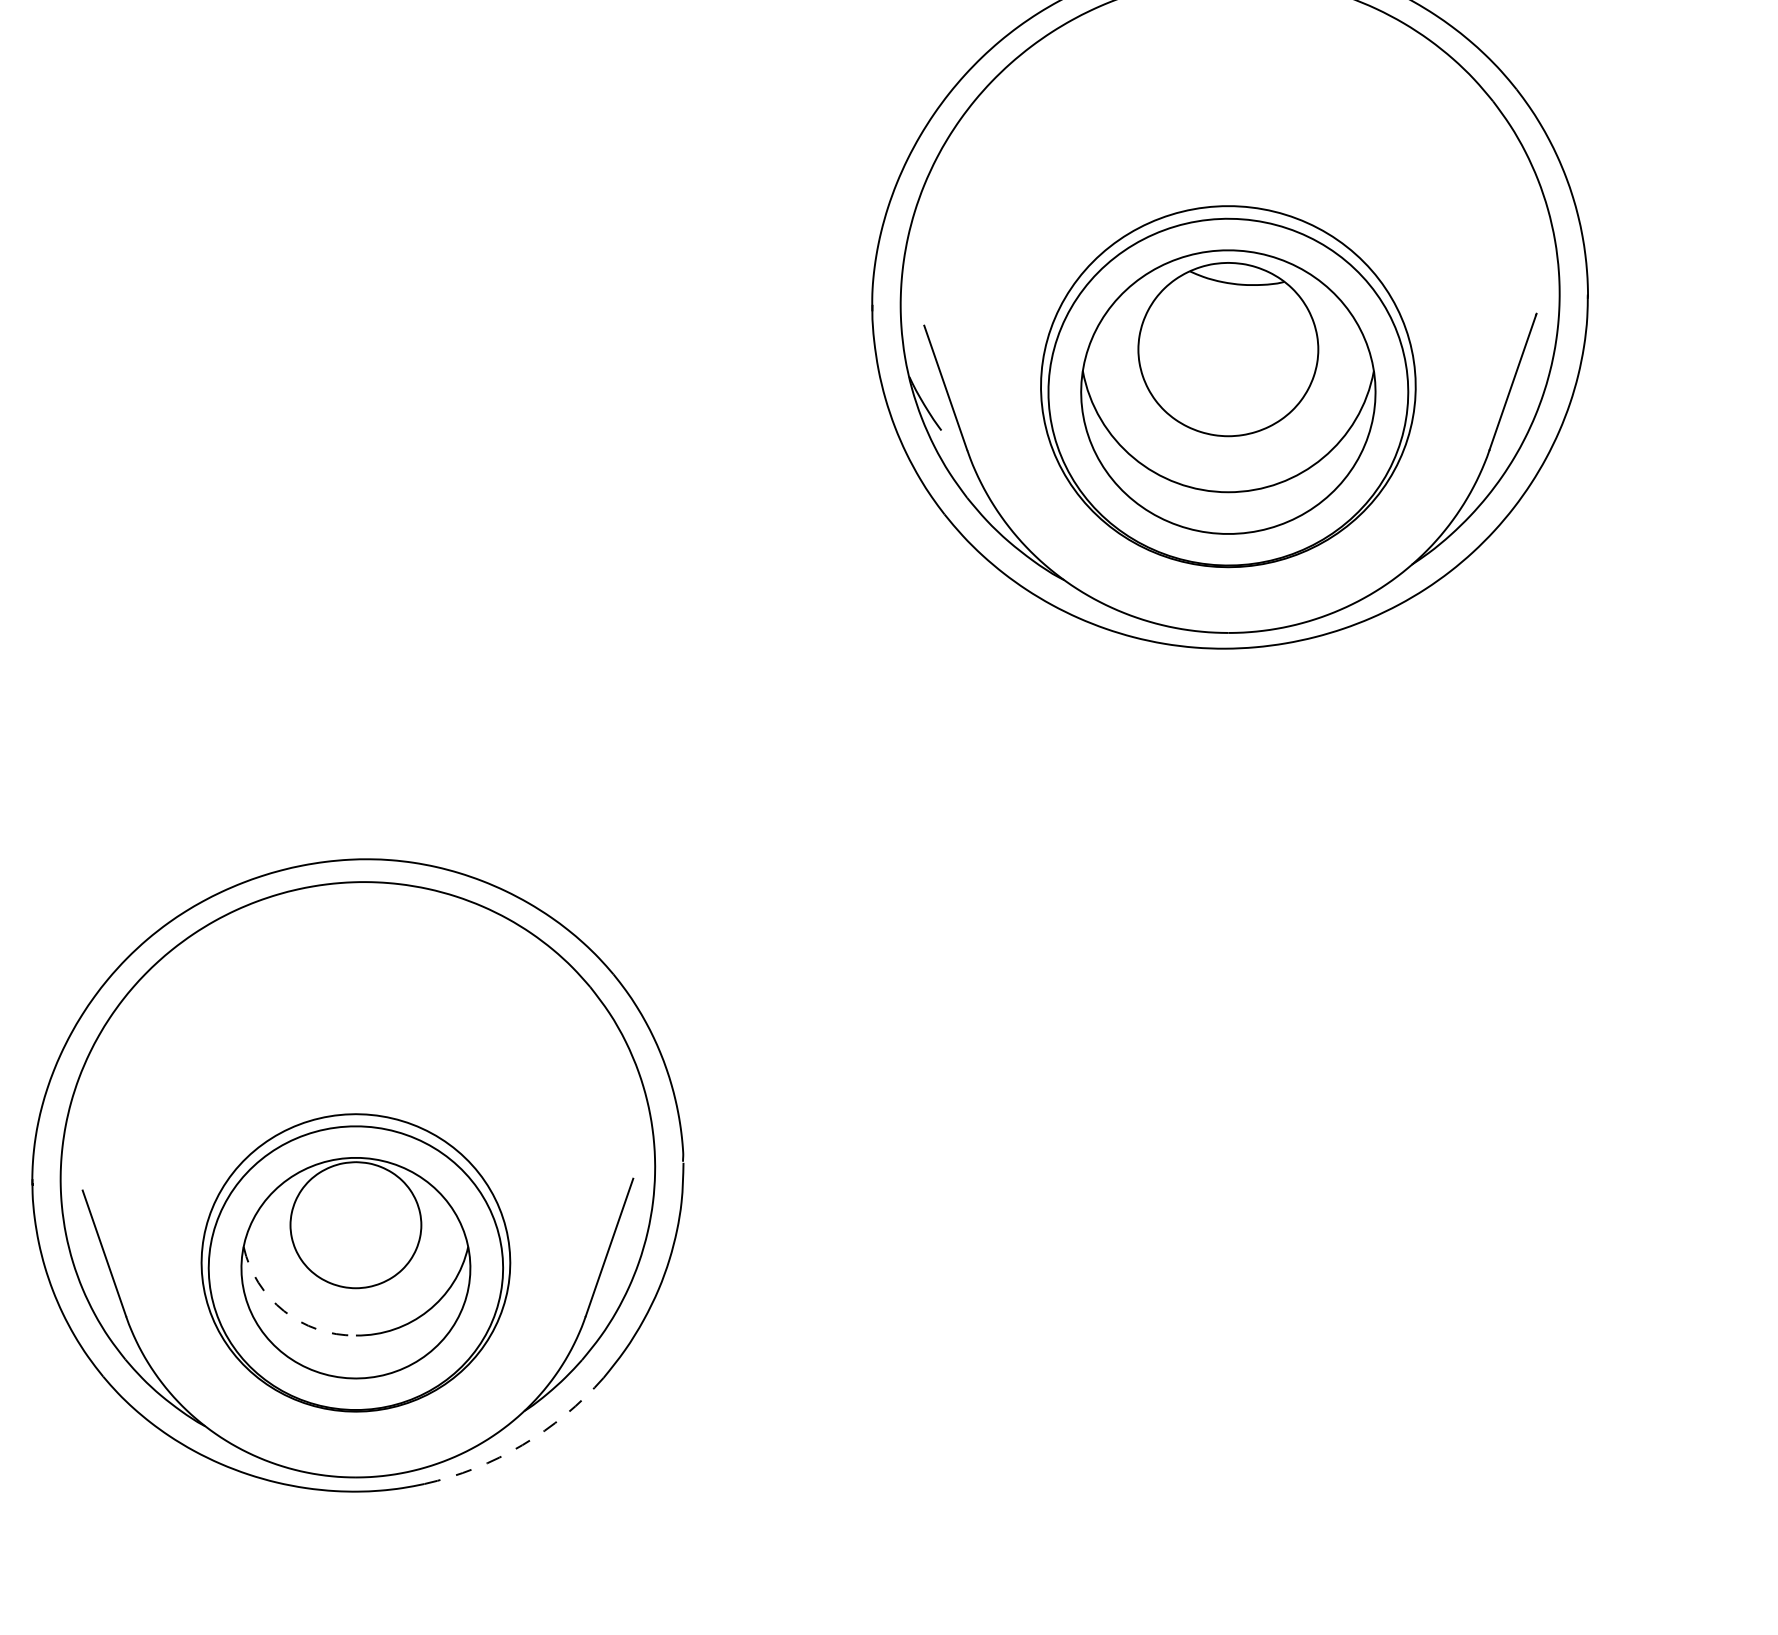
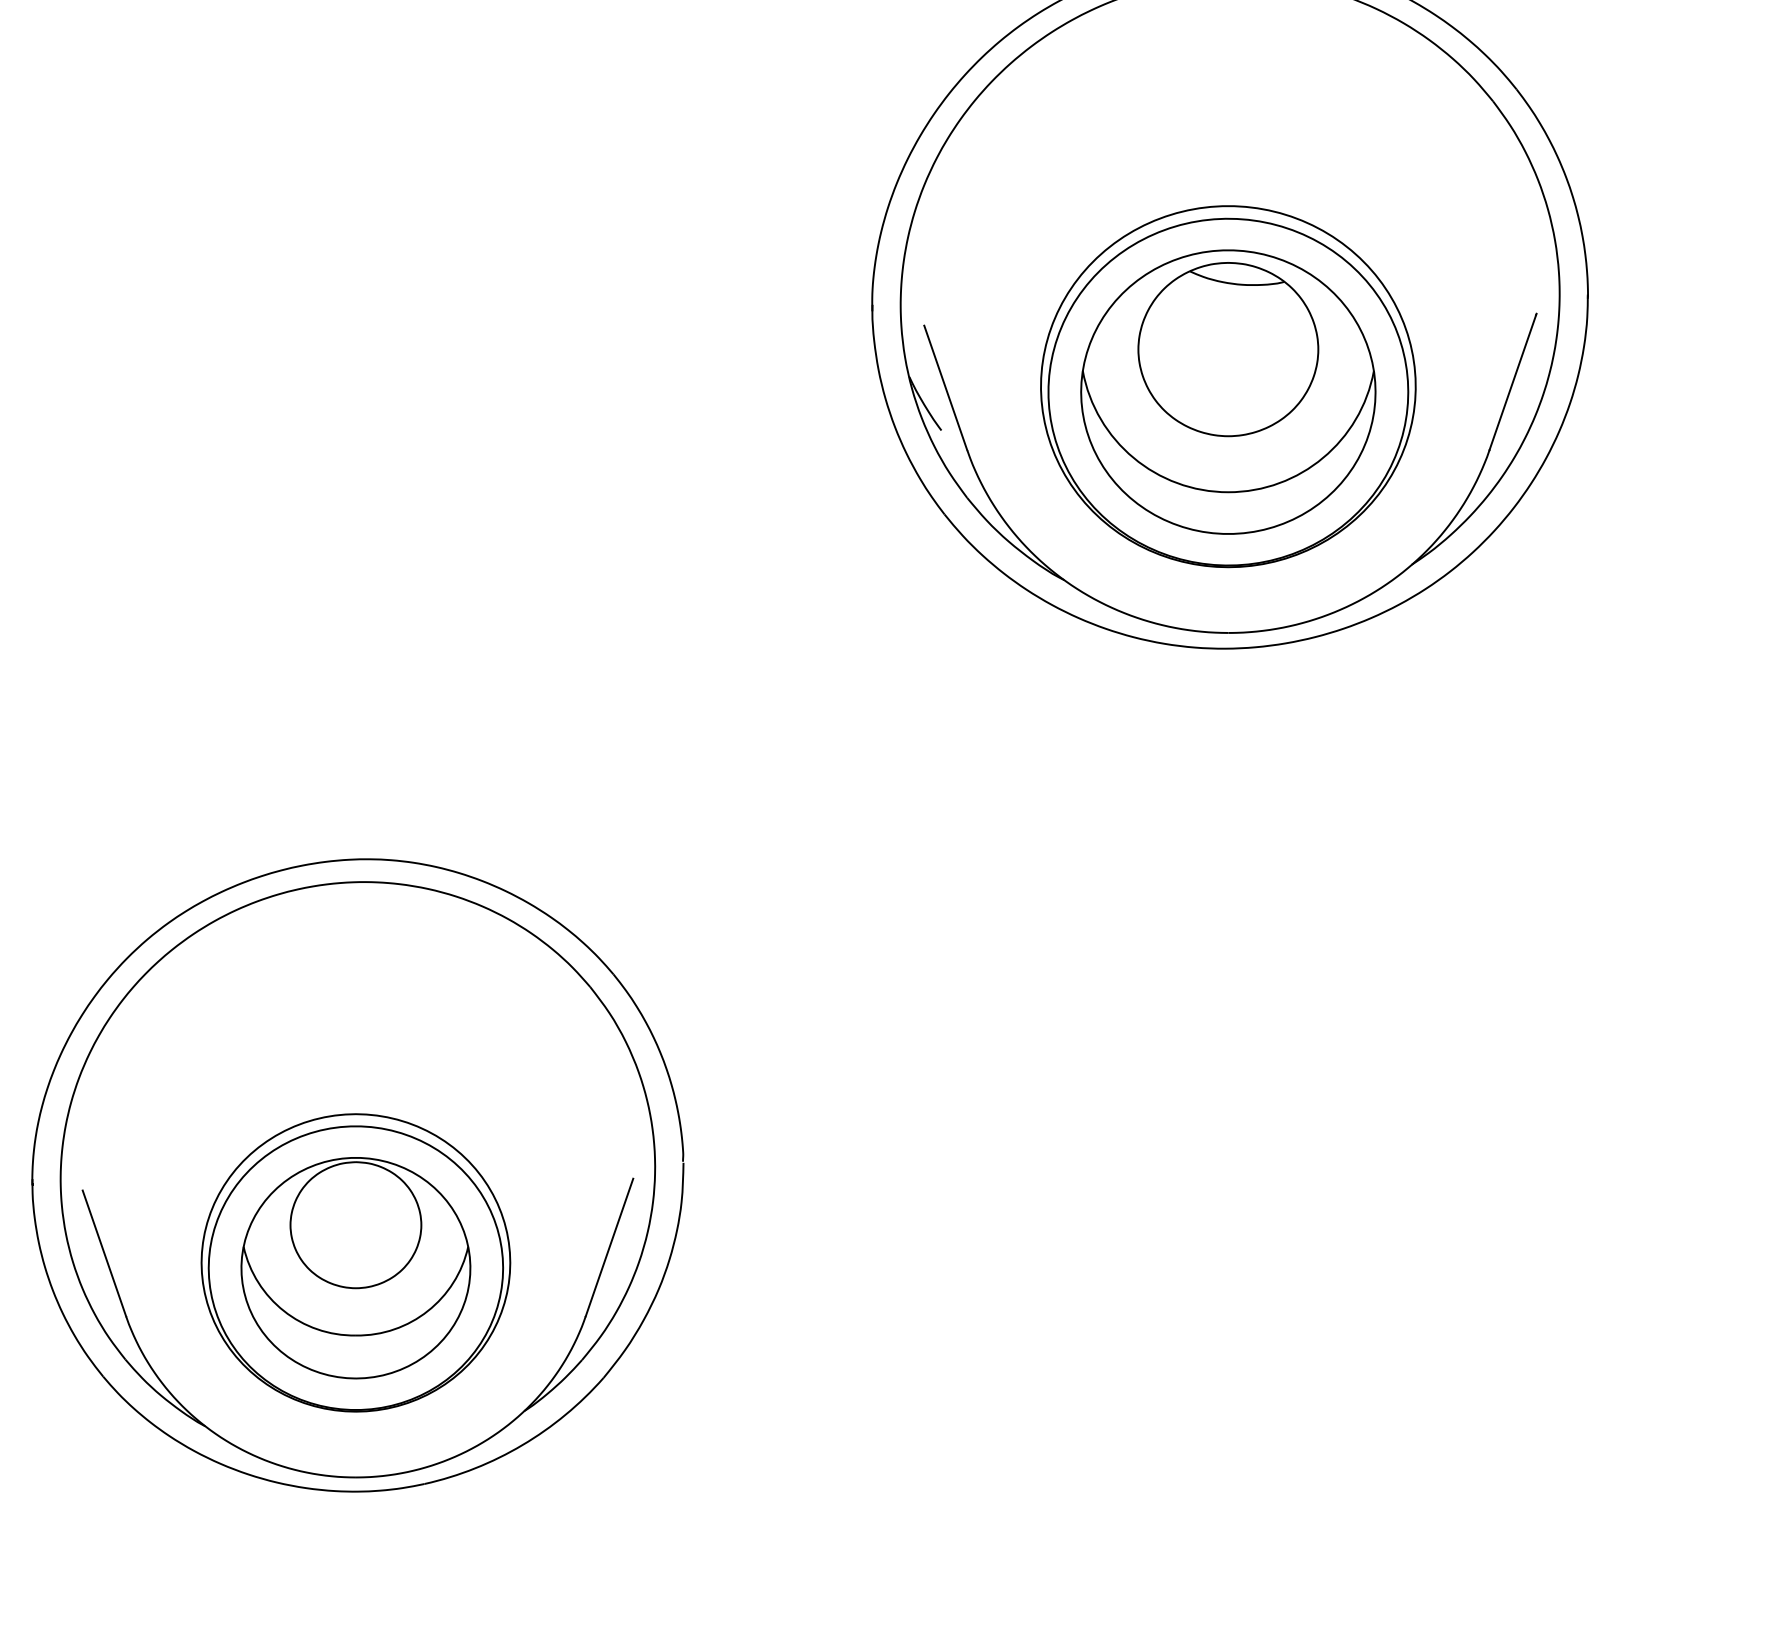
arc at (283, 1311): dashed -> solid
arc at (522, 1445): dashed -> solid
